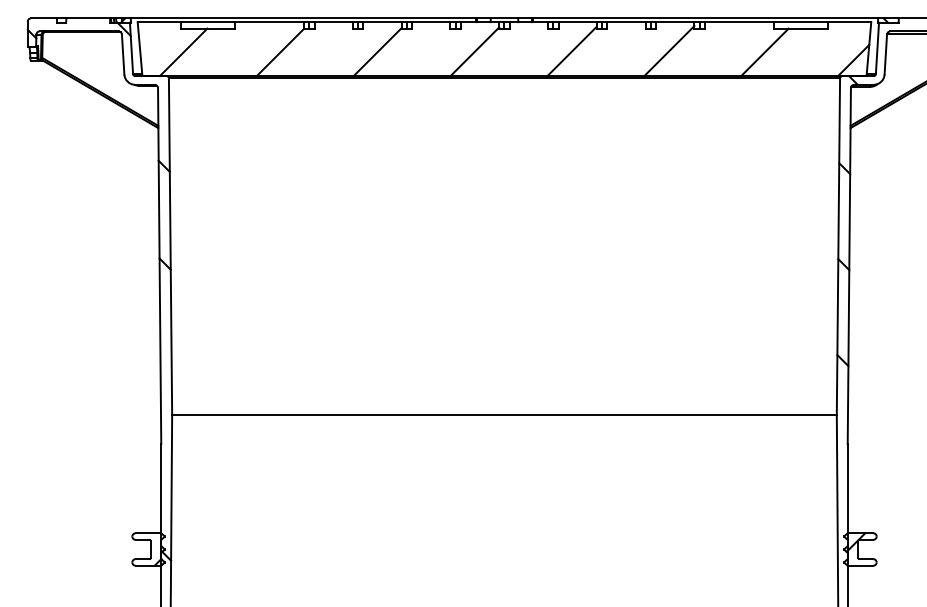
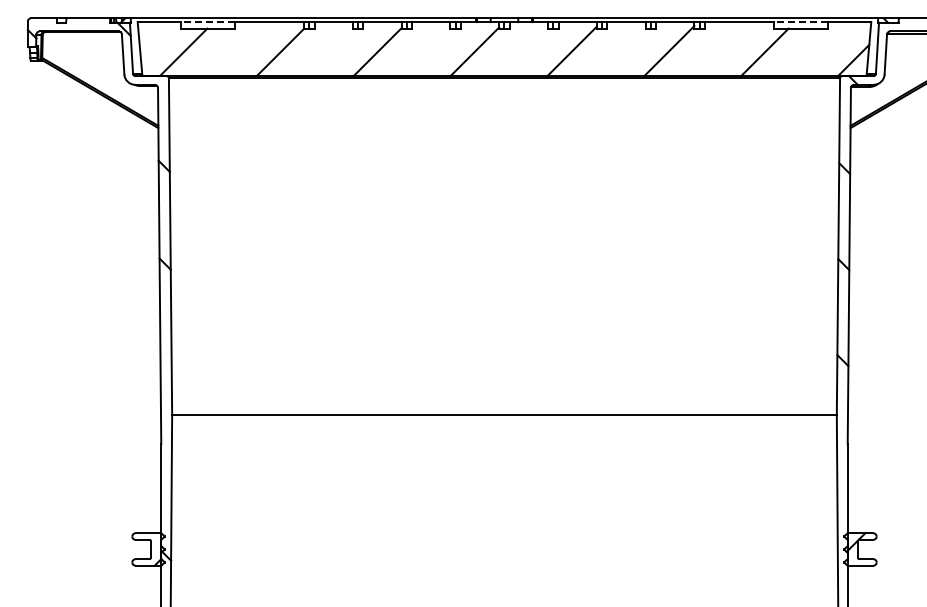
line at (207, 22): solid -> dashed
line at (801, 22): solid -> dashed
